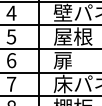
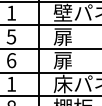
text at (11, 12): 4 -> 1
text at (72, 36): 屋根 -> 扉
text at (11, 84): 7 -> 1
